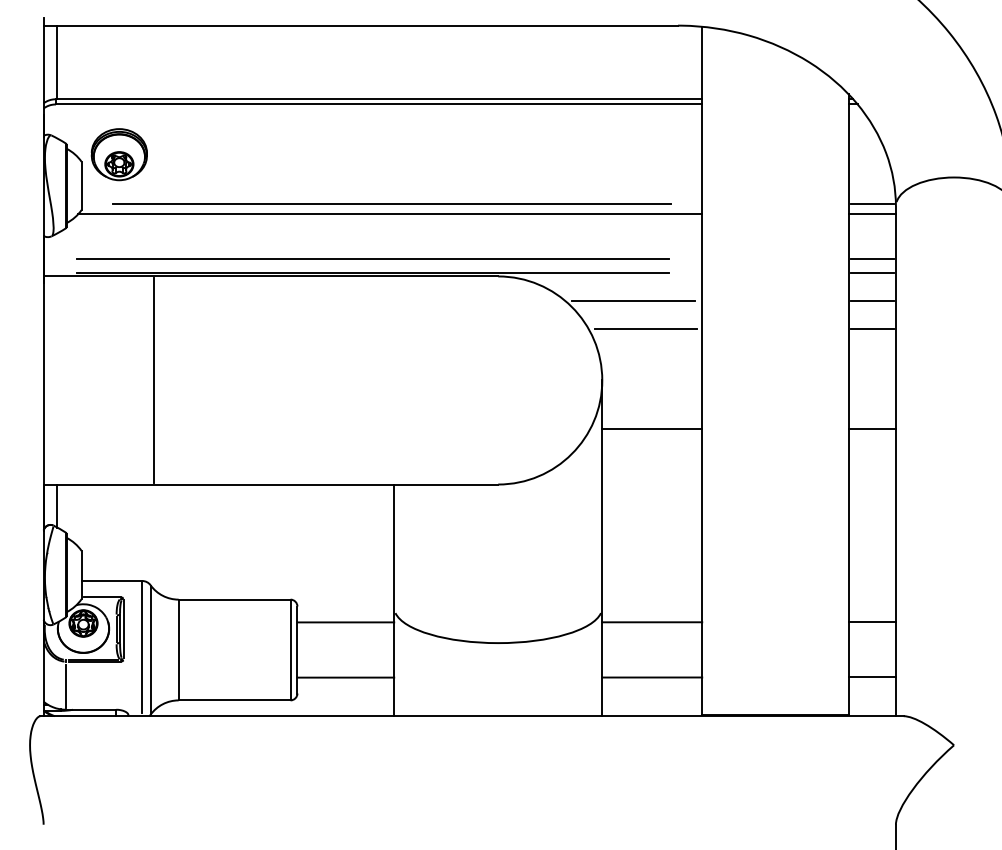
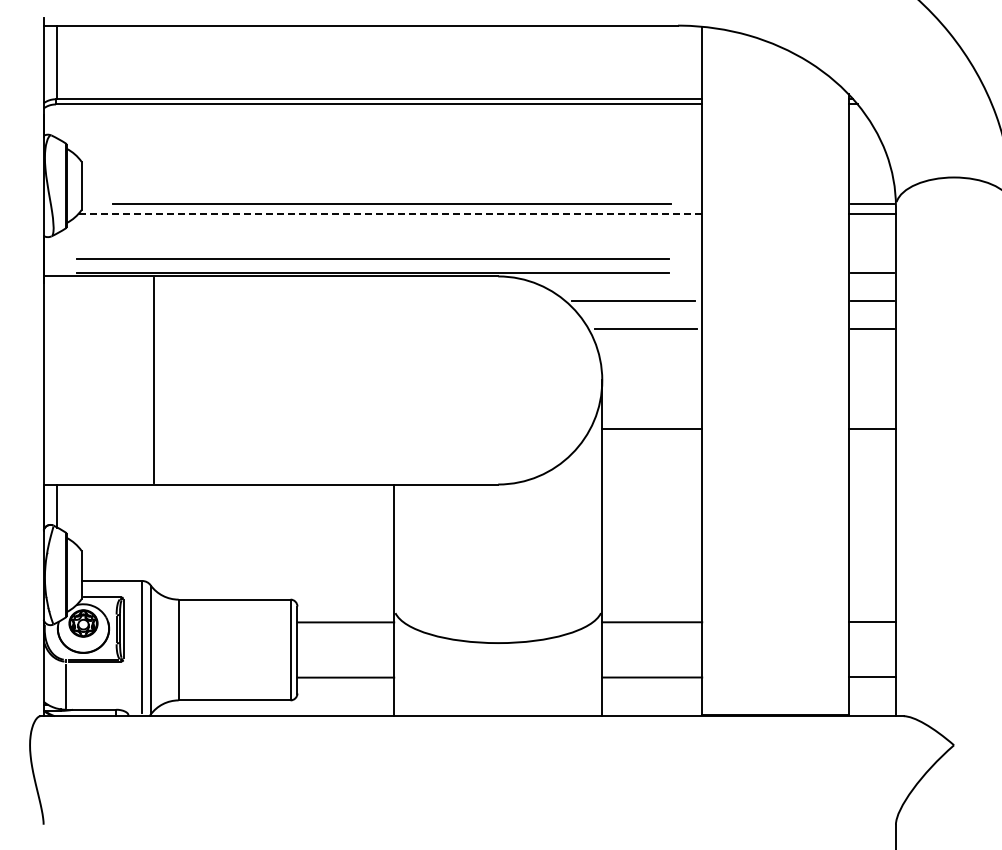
part at (118, 154): present -> none
line at (390, 214): solid -> dashed
line at (871, 259): present -> none
